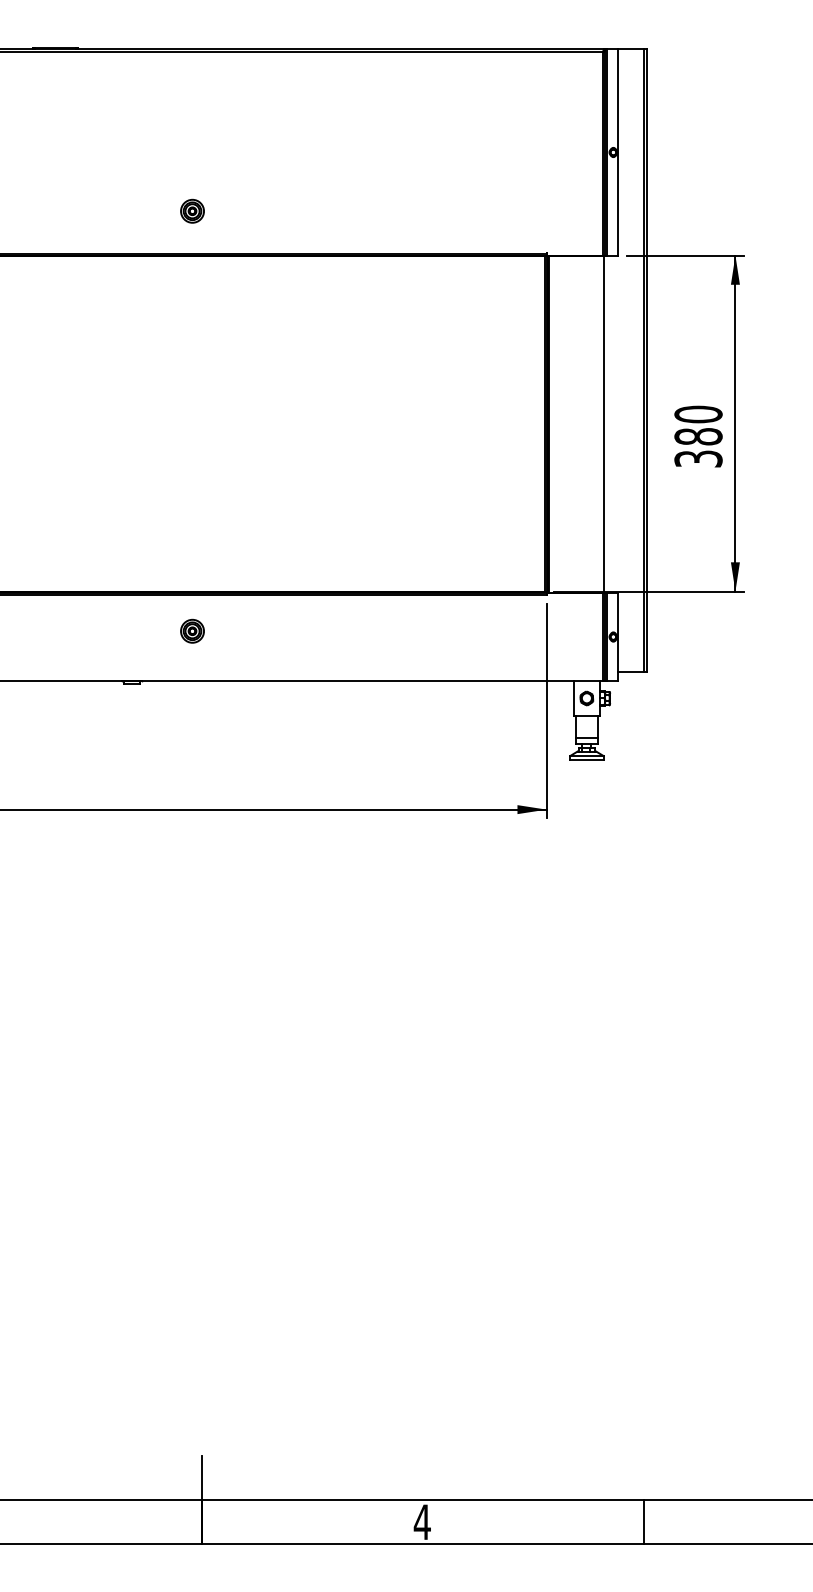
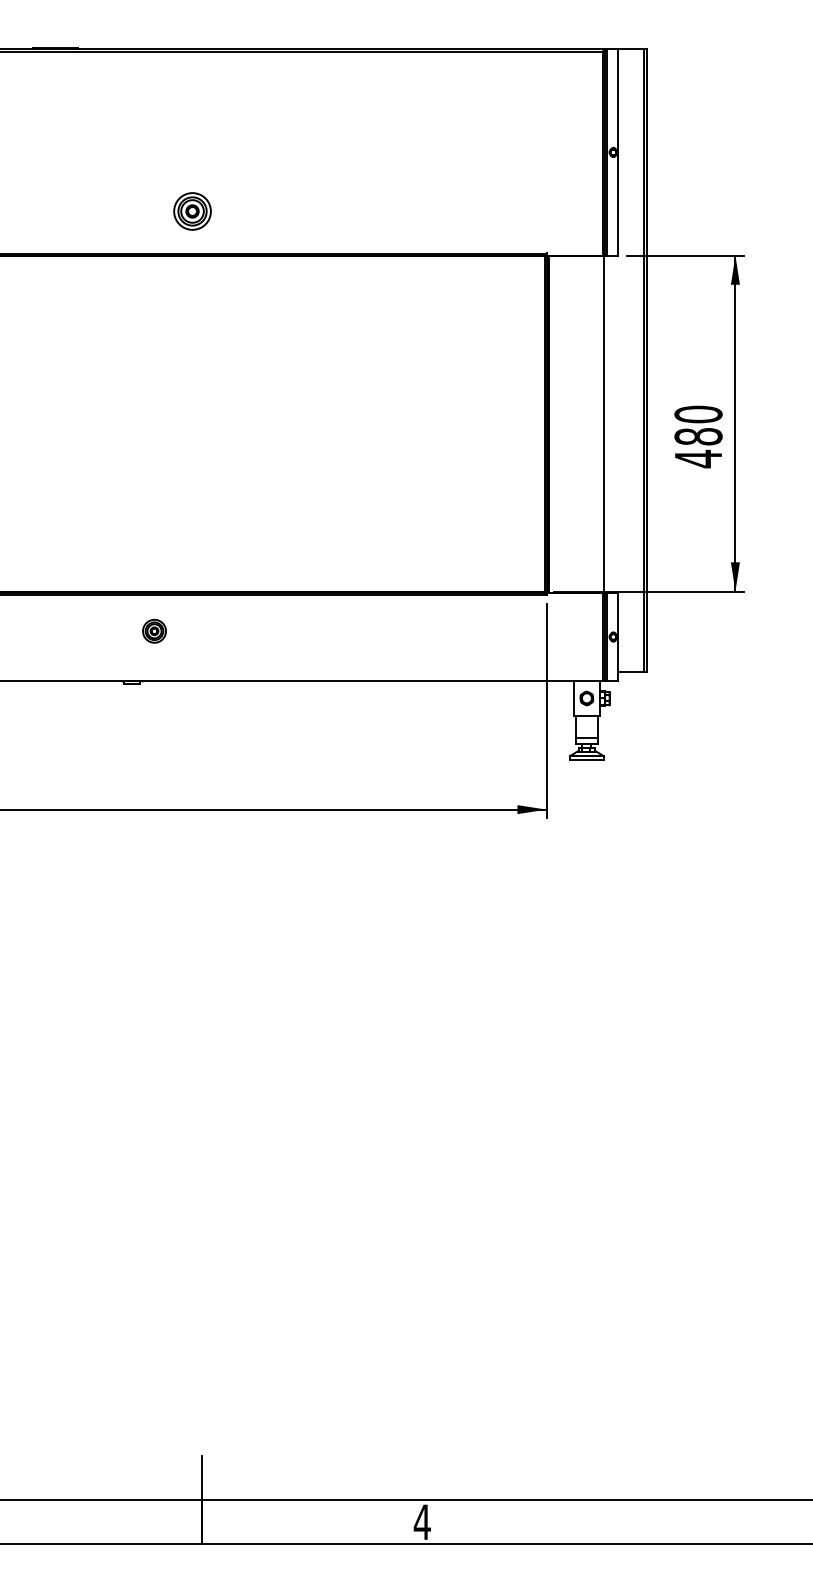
part at (192, 210) size: 25x26 px -> 39x39 px
text at (698, 458): 380 -> 480
part at (192, 630) position: (192, 630) -> (154, 630)
line at (643, 1522): present -> none
